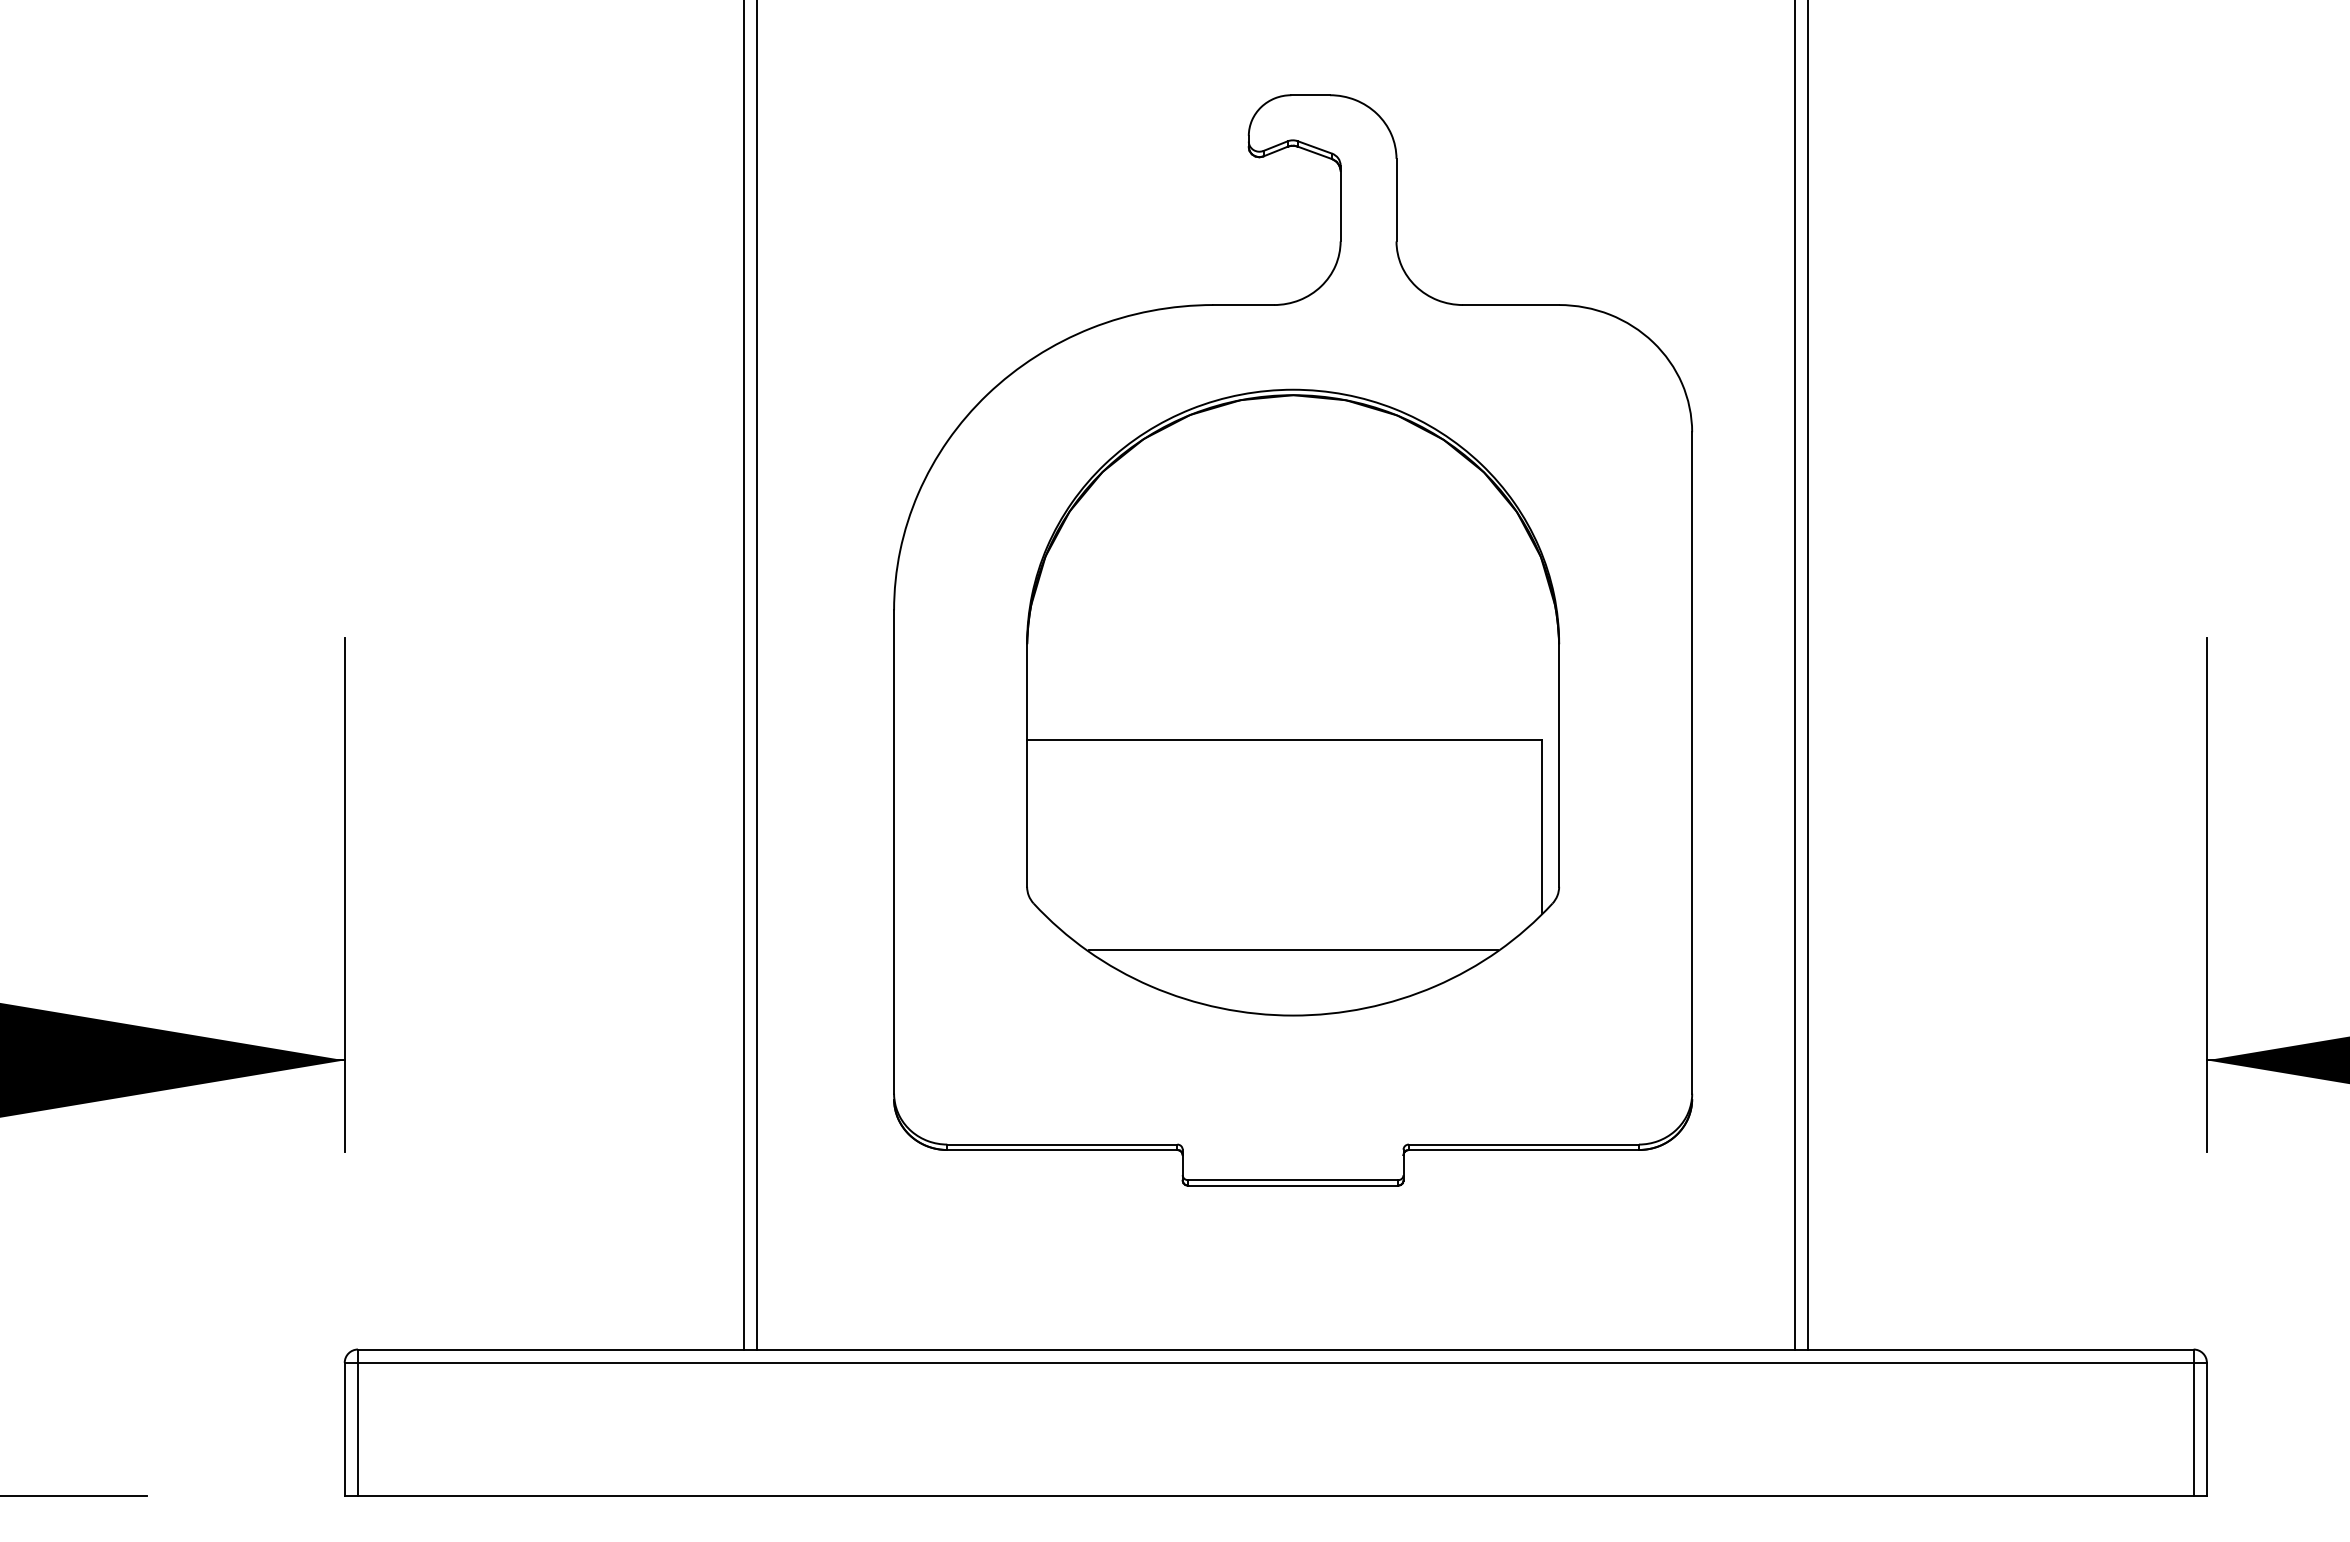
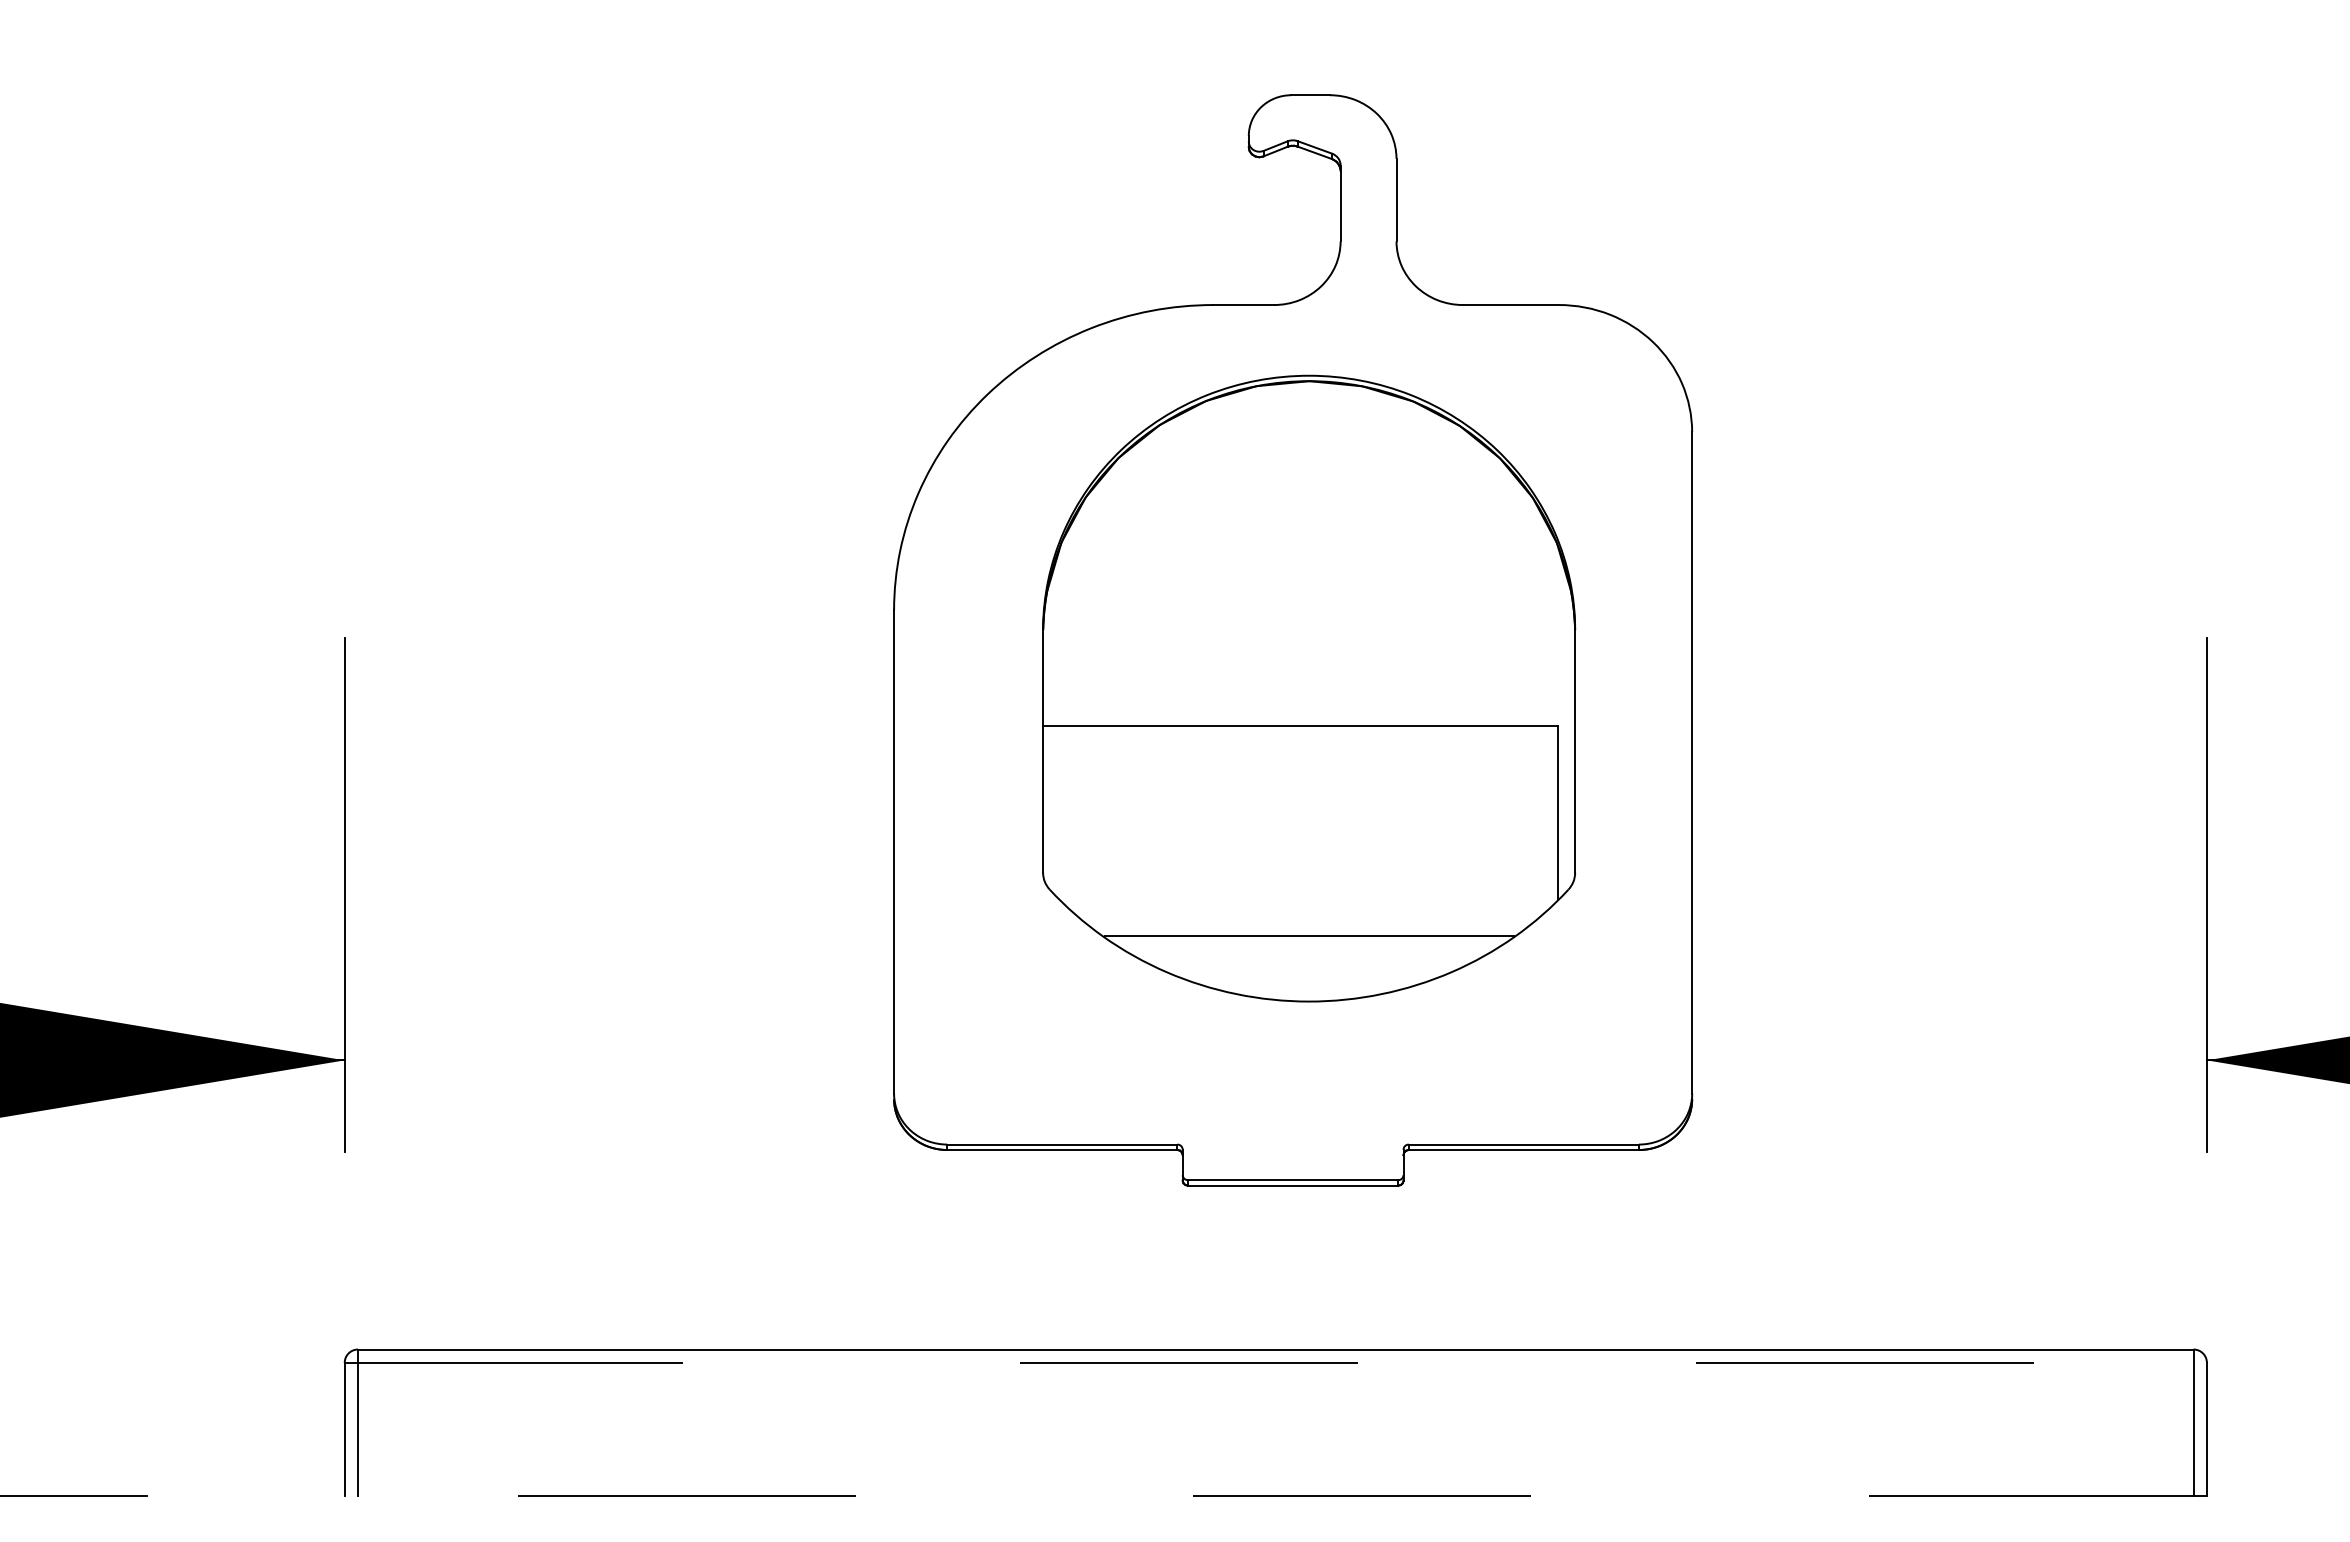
line at (743, 675): present -> none
line at (757, 675): present -> none
line at (1794, 675): present -> none
line at (1807, 675): present -> none
part at (1293, 702) position: (1293, 702) -> (1309, 688)
line at (1276, 1362): solid -> dashed
line at (1275, 1495): solid -> dashed
